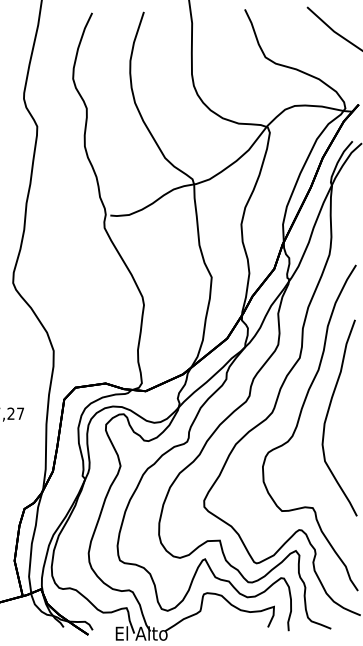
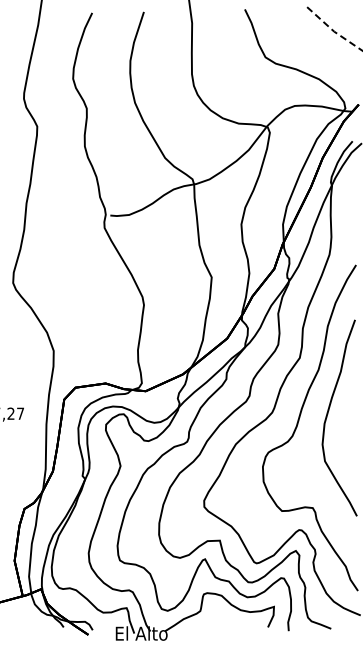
line at (334, 31): solid -> dashed
